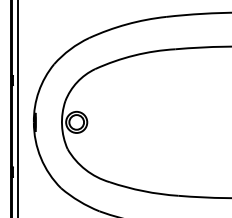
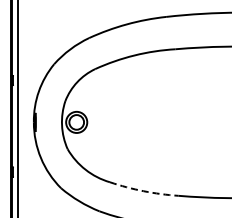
arc at (143, 191): solid -> dashed
